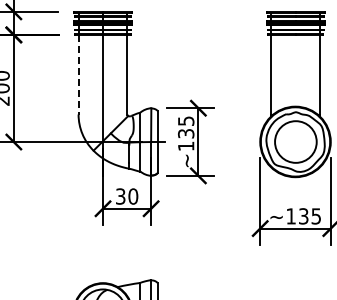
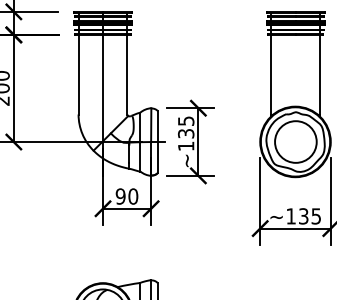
line at (78, 74): dashed -> solid
text at (120, 196): 30 -> 90
